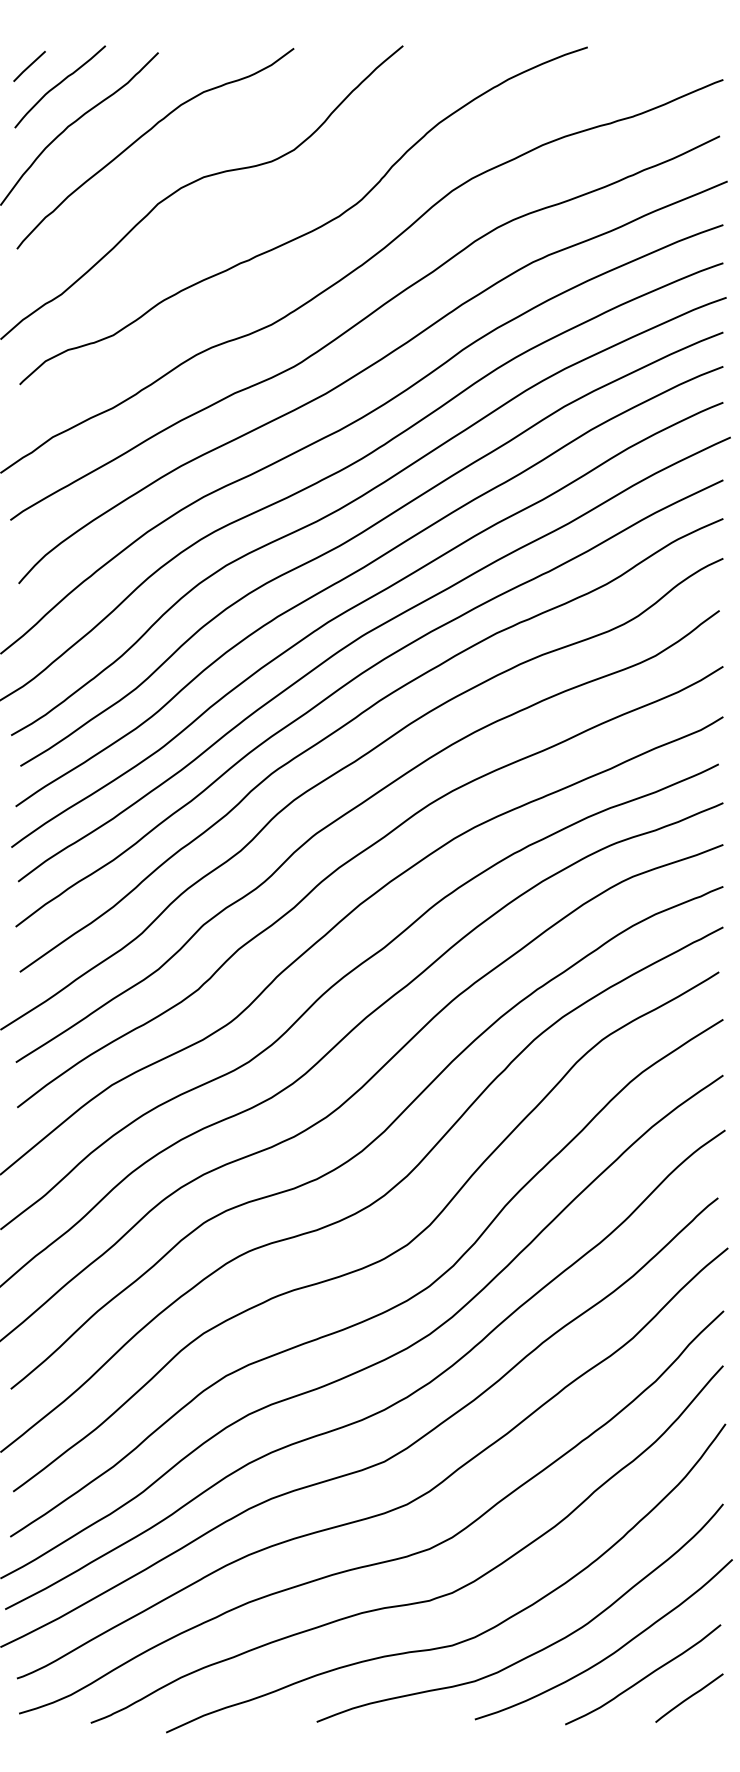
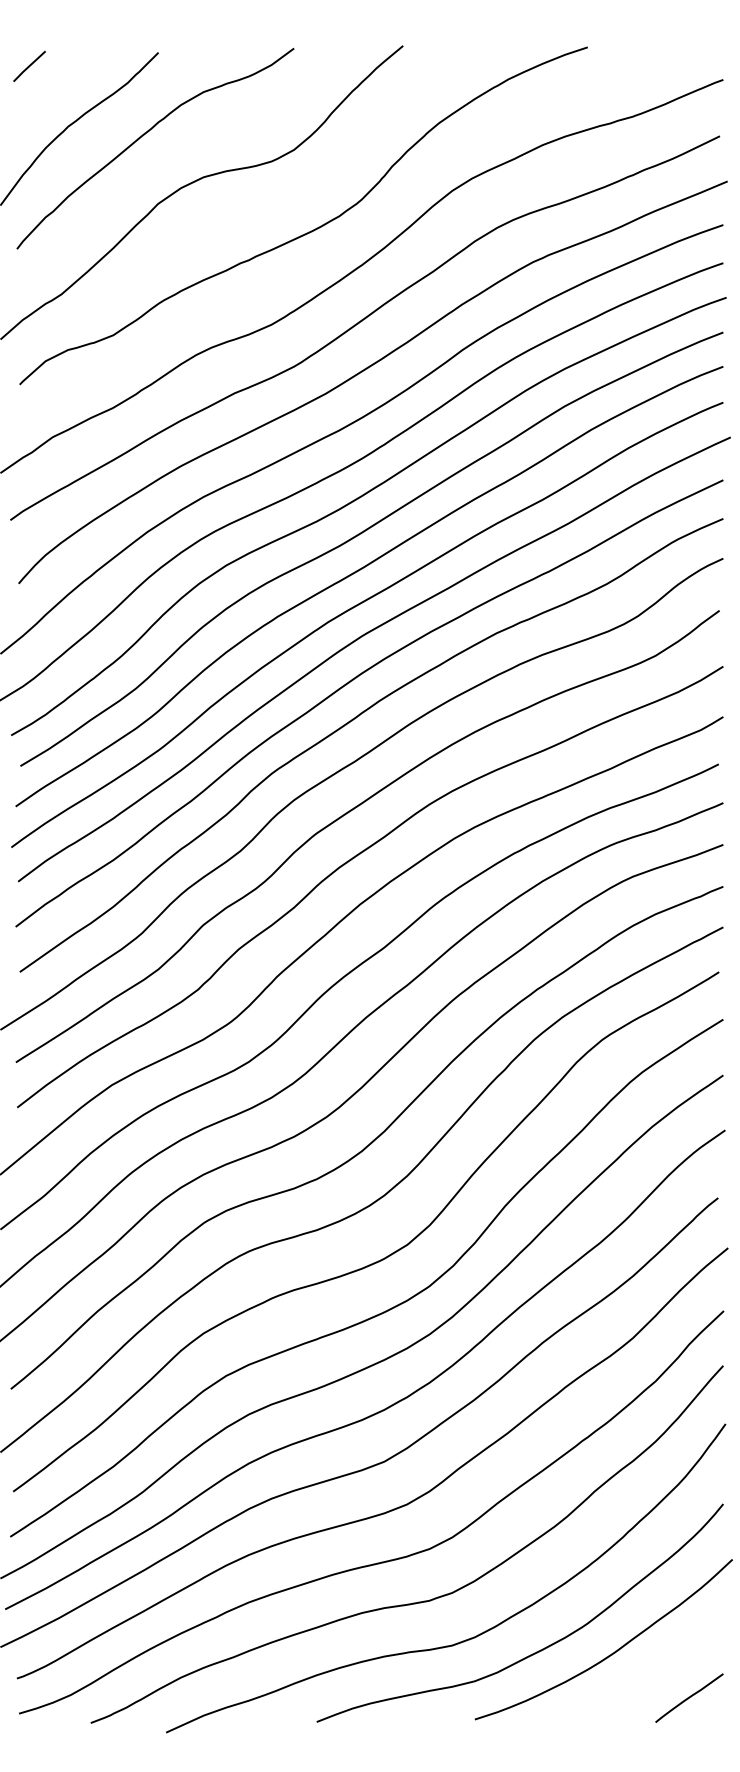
curve at (59, 84): present -> none
curve at (645, 1676): present -> none
